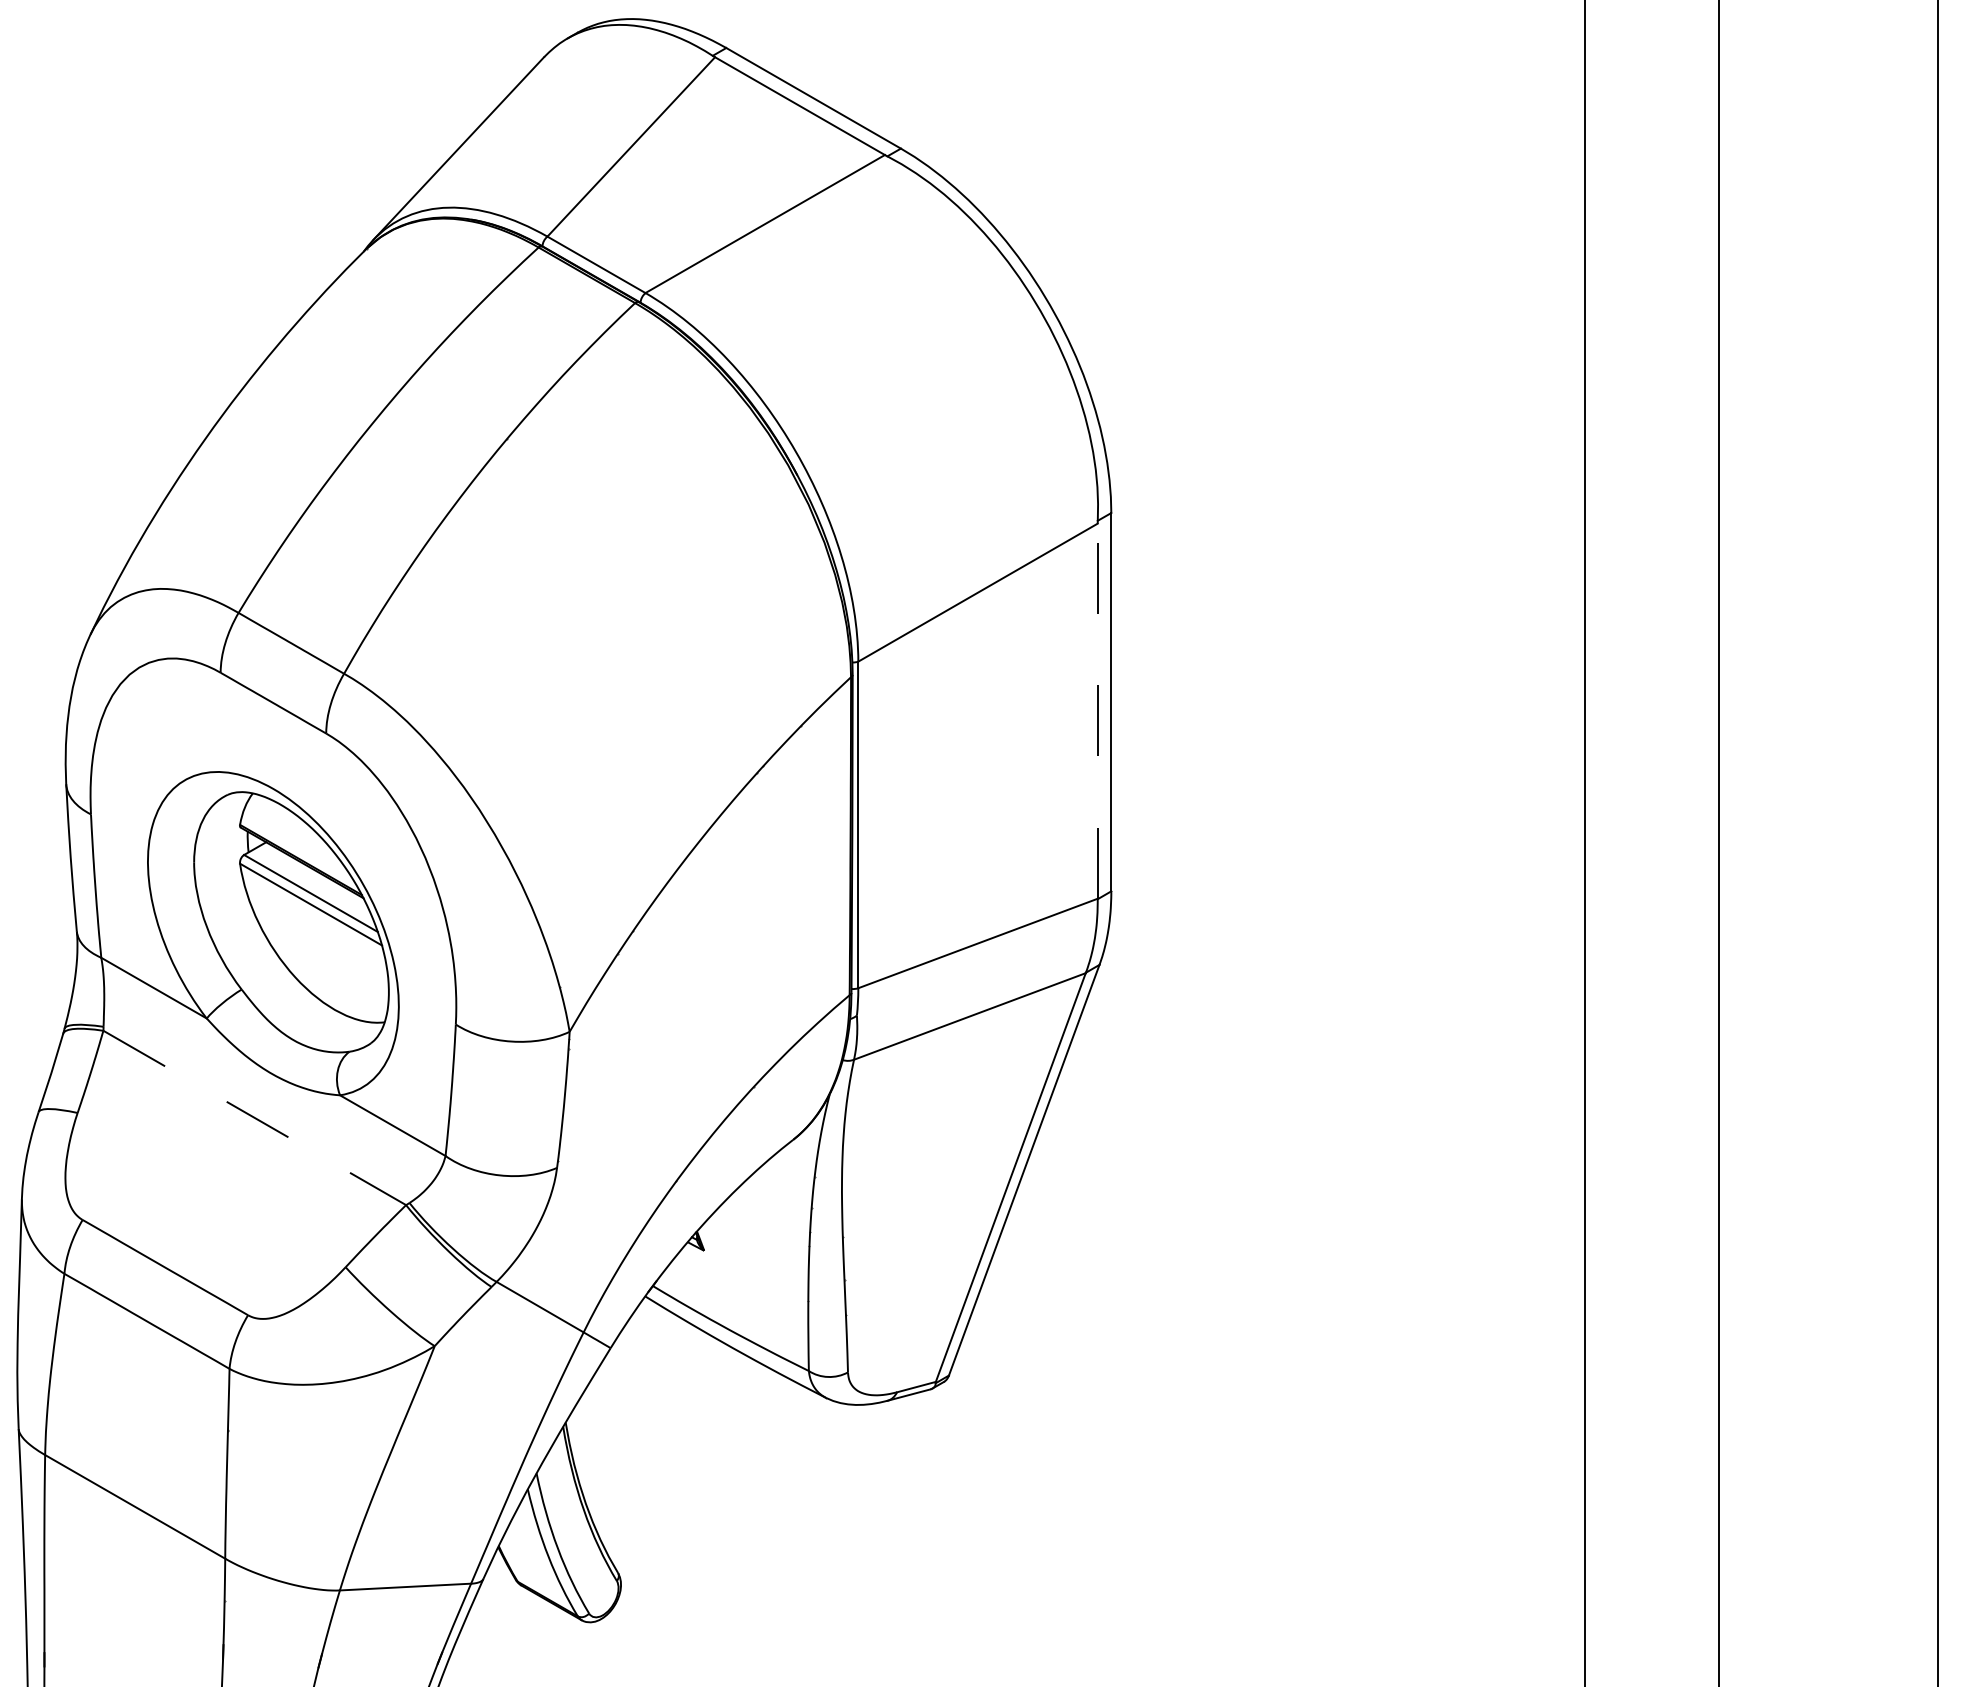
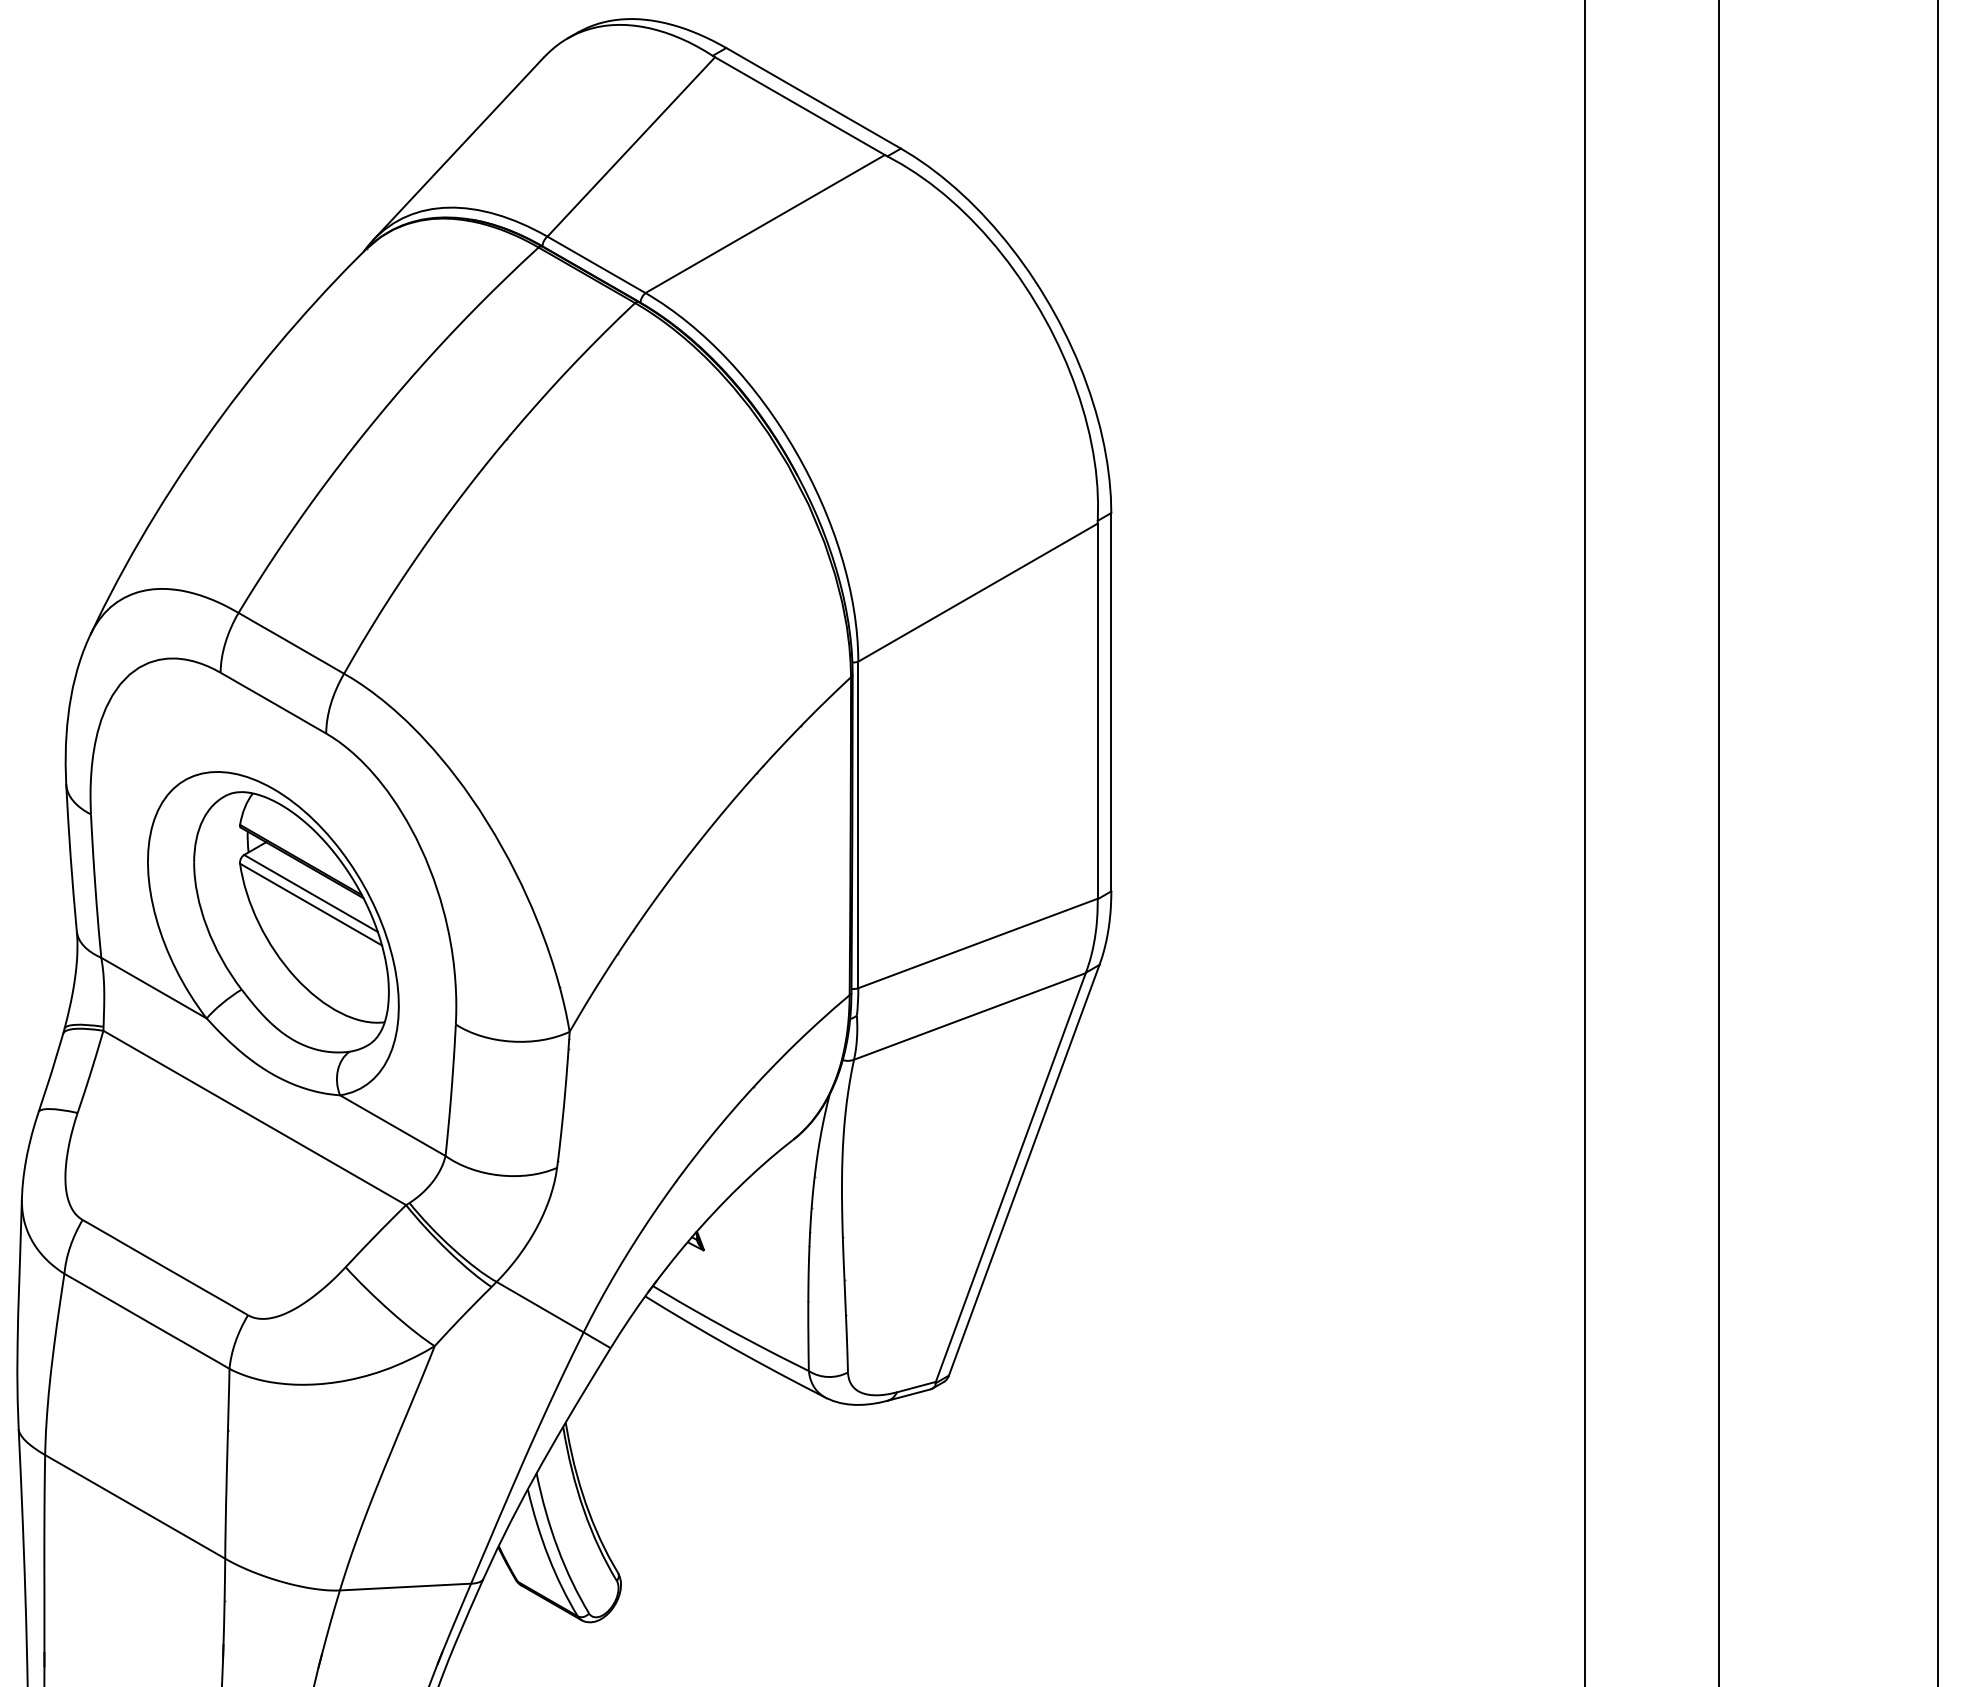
line at (1097, 711): dashed -> solid
line at (254, 1117): dashed -> solid
